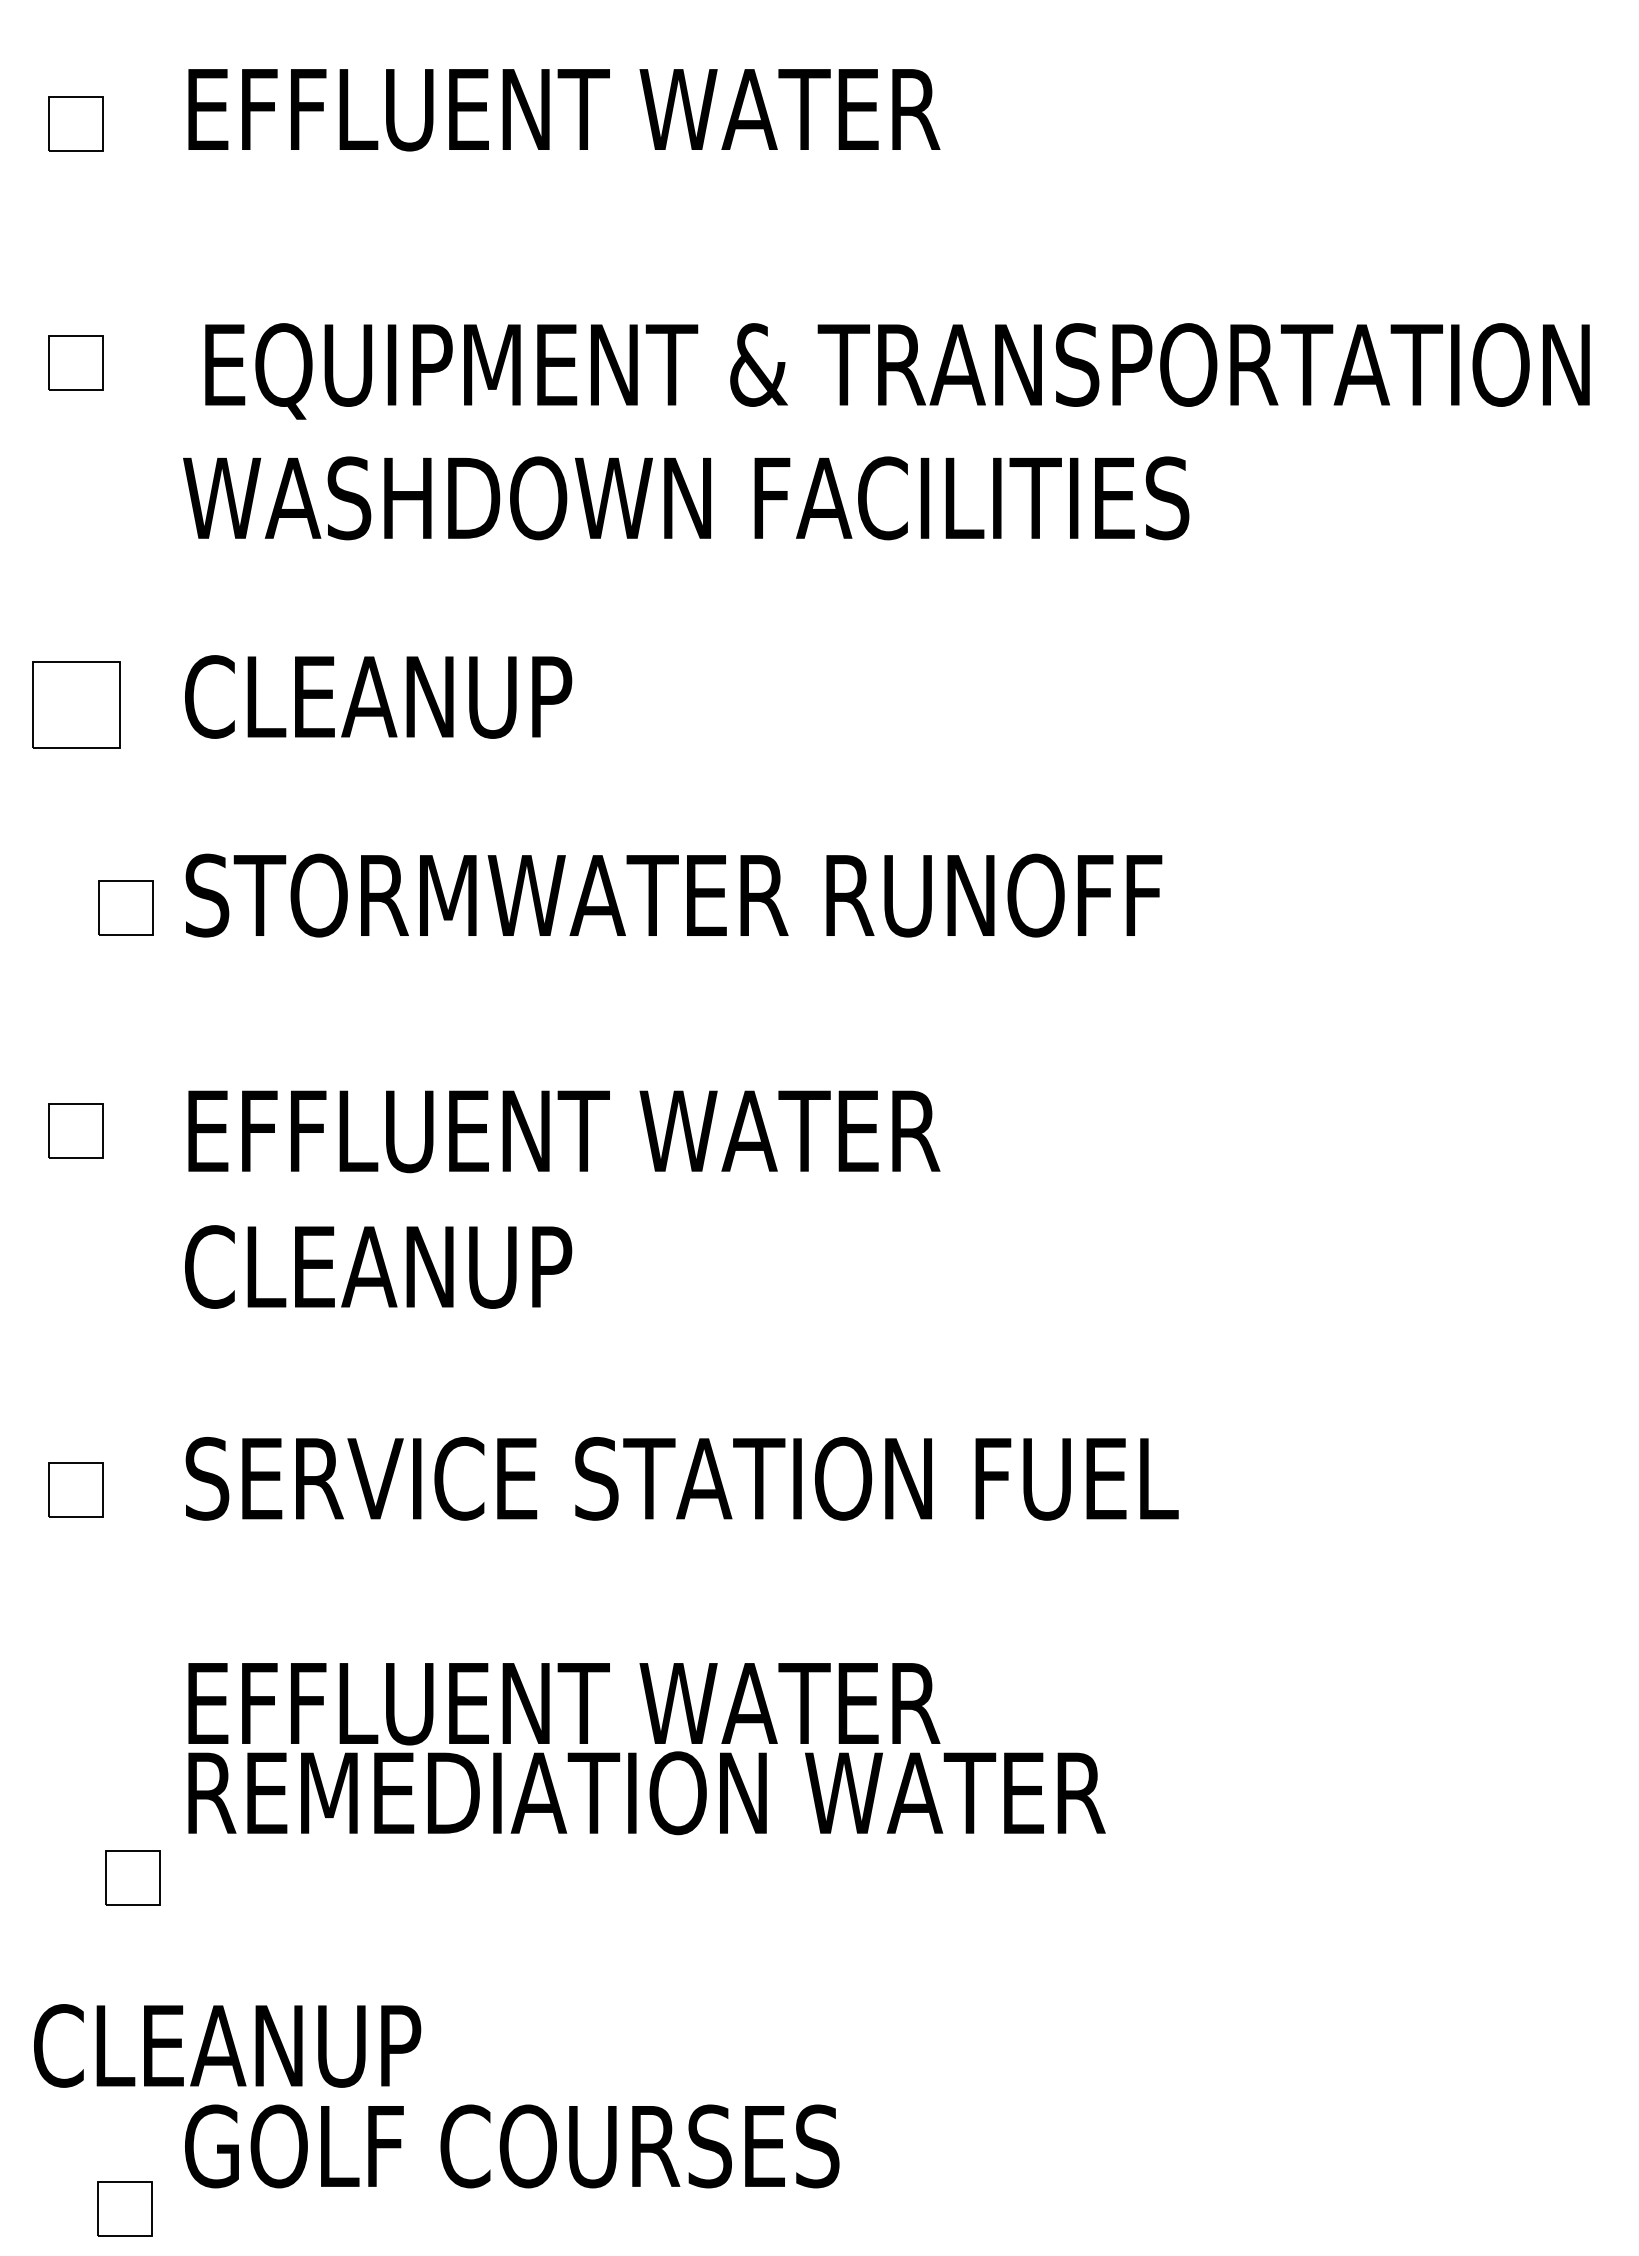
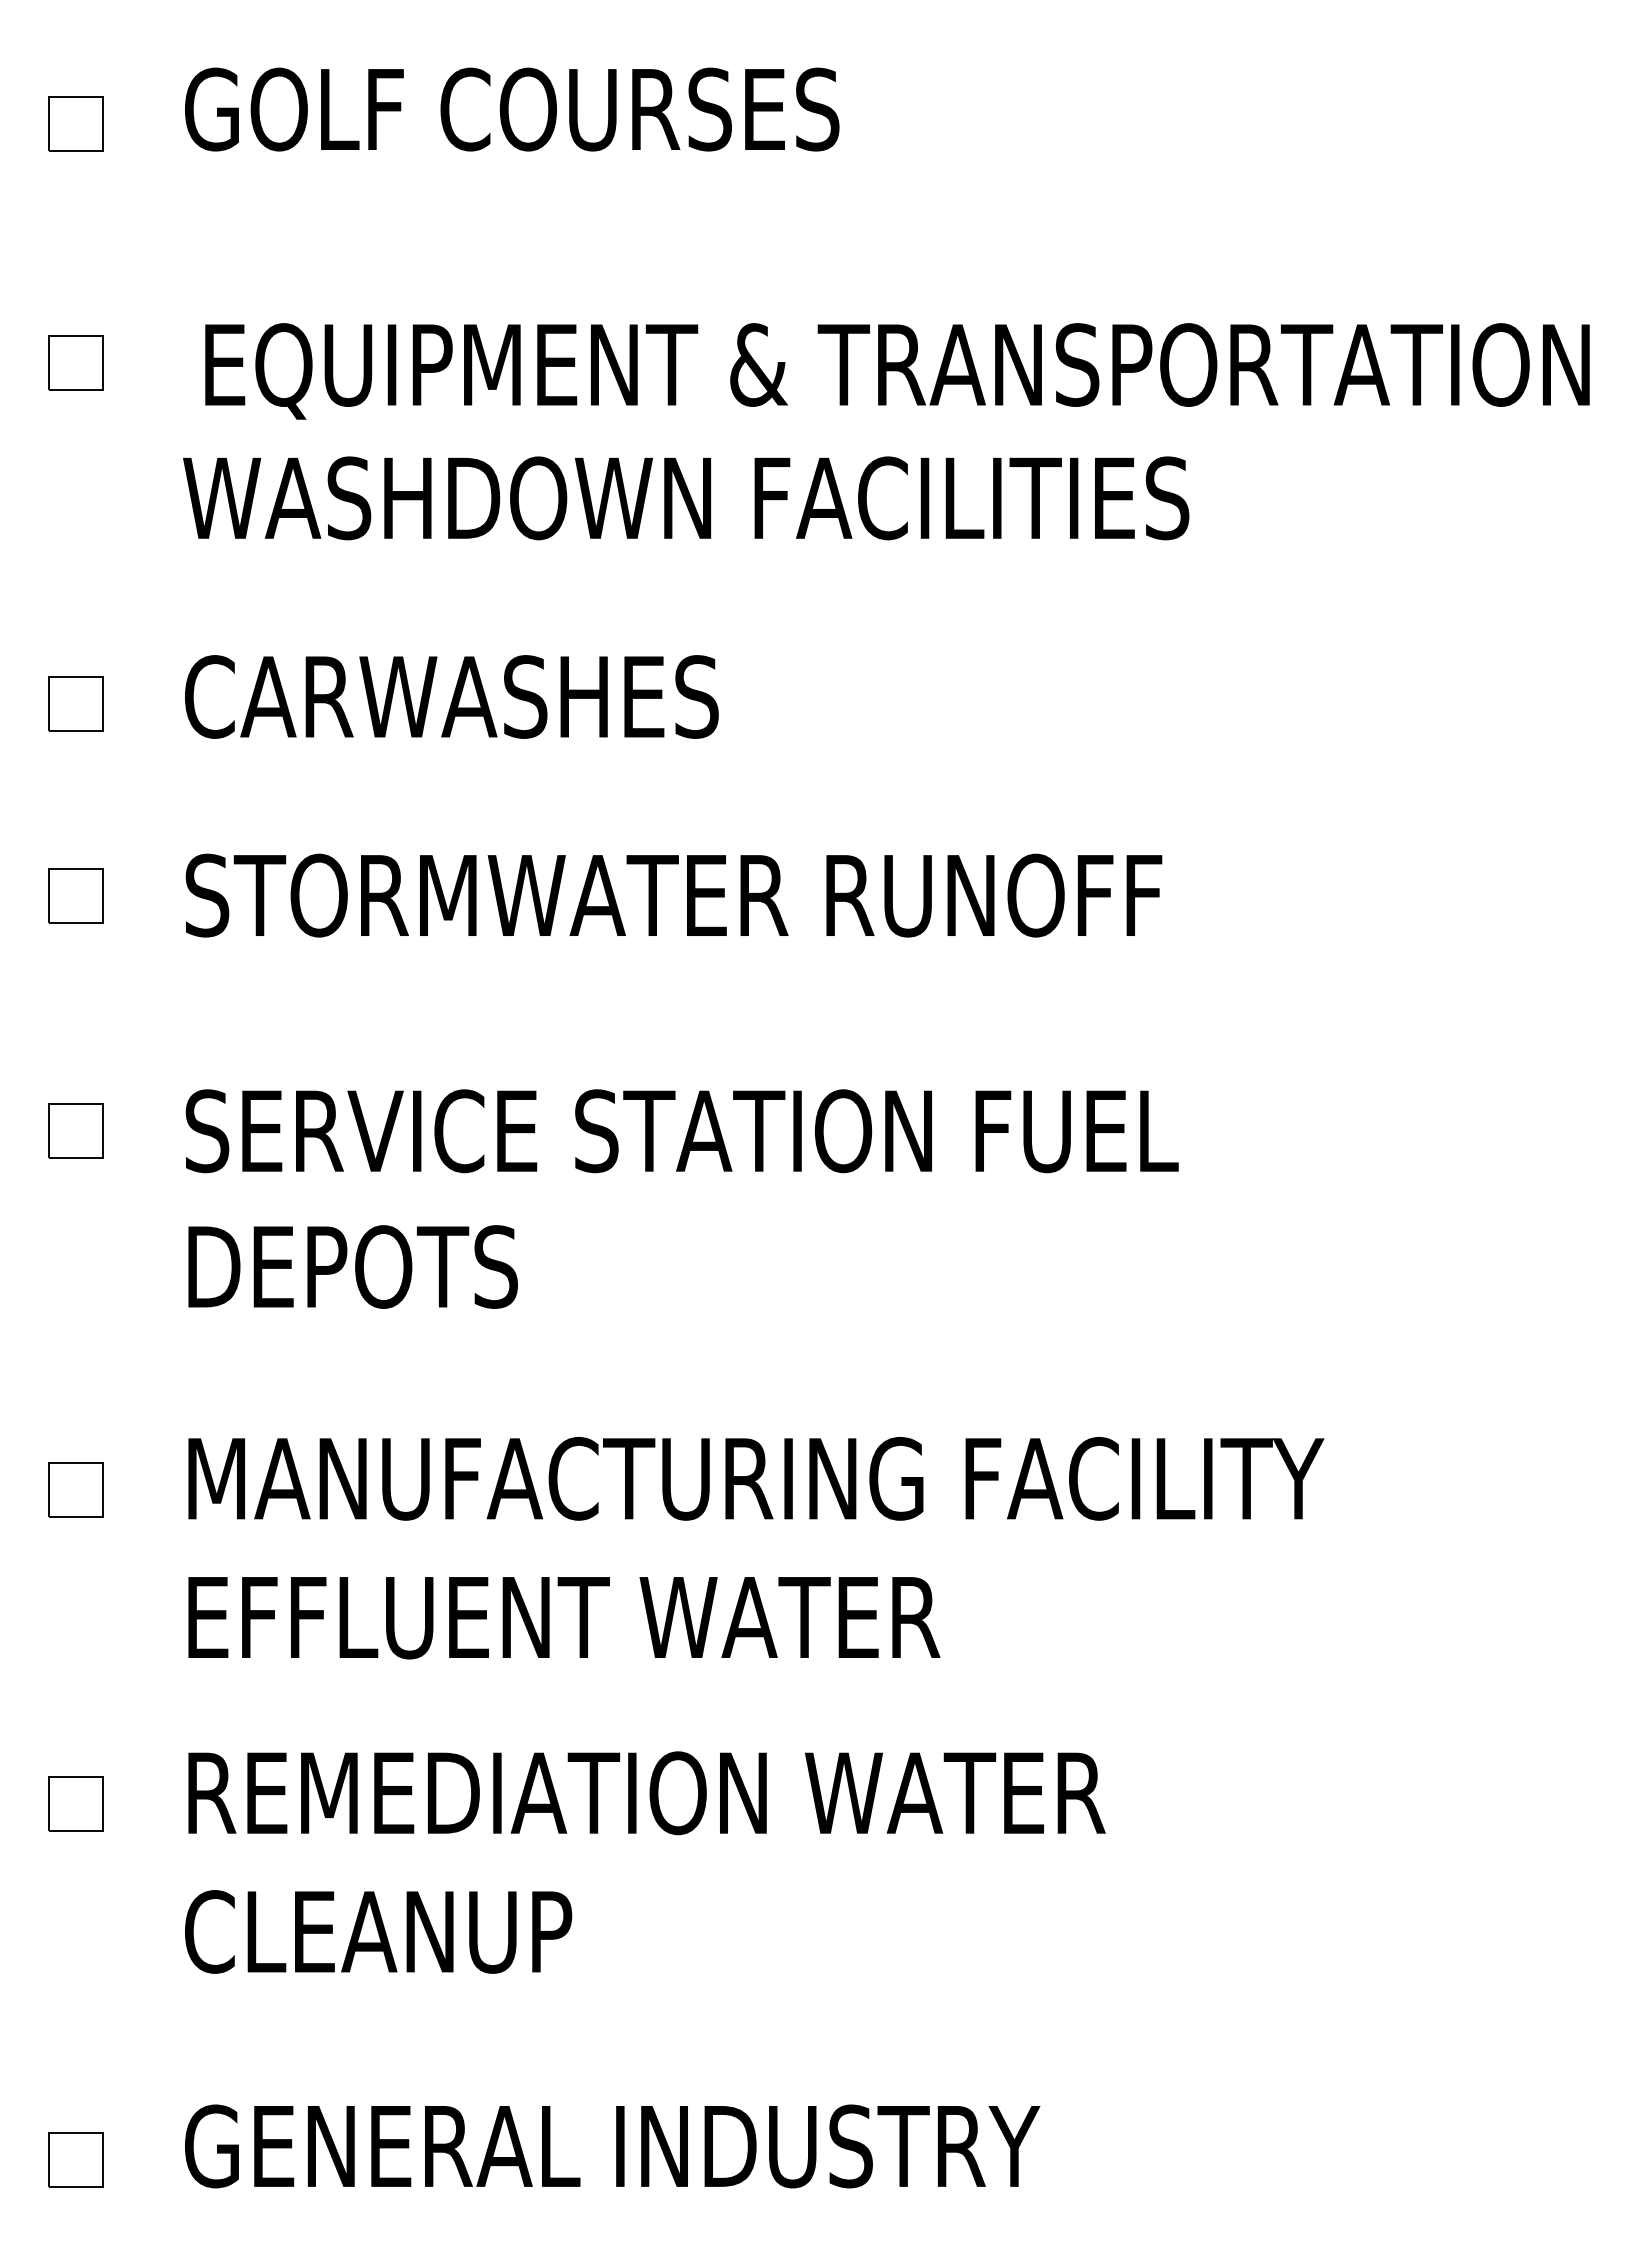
text at (562, 109): EFFLUENT WATER -> GOLF COURSES
text at (479, 696): CLEANUP -> CARWASHES
part at (76, 704) size: 89x88 px -> 56x56 px
part at (125, 907) position: (125, 907) -> (75, 895)
text at (681, 1131): EFFLUENT WATER -> SERVICE STATION FUEL
text at (378, 1266): CLEANUP -> DEPOTS
text at (754, 1478): SERVICE STATION FUEL -> MANUFACTURING FACILITY
text at (564, 1704) position: (564, 1704) -> (564, 1618)
part at (132, 1877) position: (132, 1877) -> (75, 1803)
text at (227, 2045) position: (227, 2045) -> (378, 1931)
text at (645, 2146): GOLF COURSES -> GENERAL INDUSTRY
part at (124, 2208) position: (124, 2208) -> (75, 2159)
